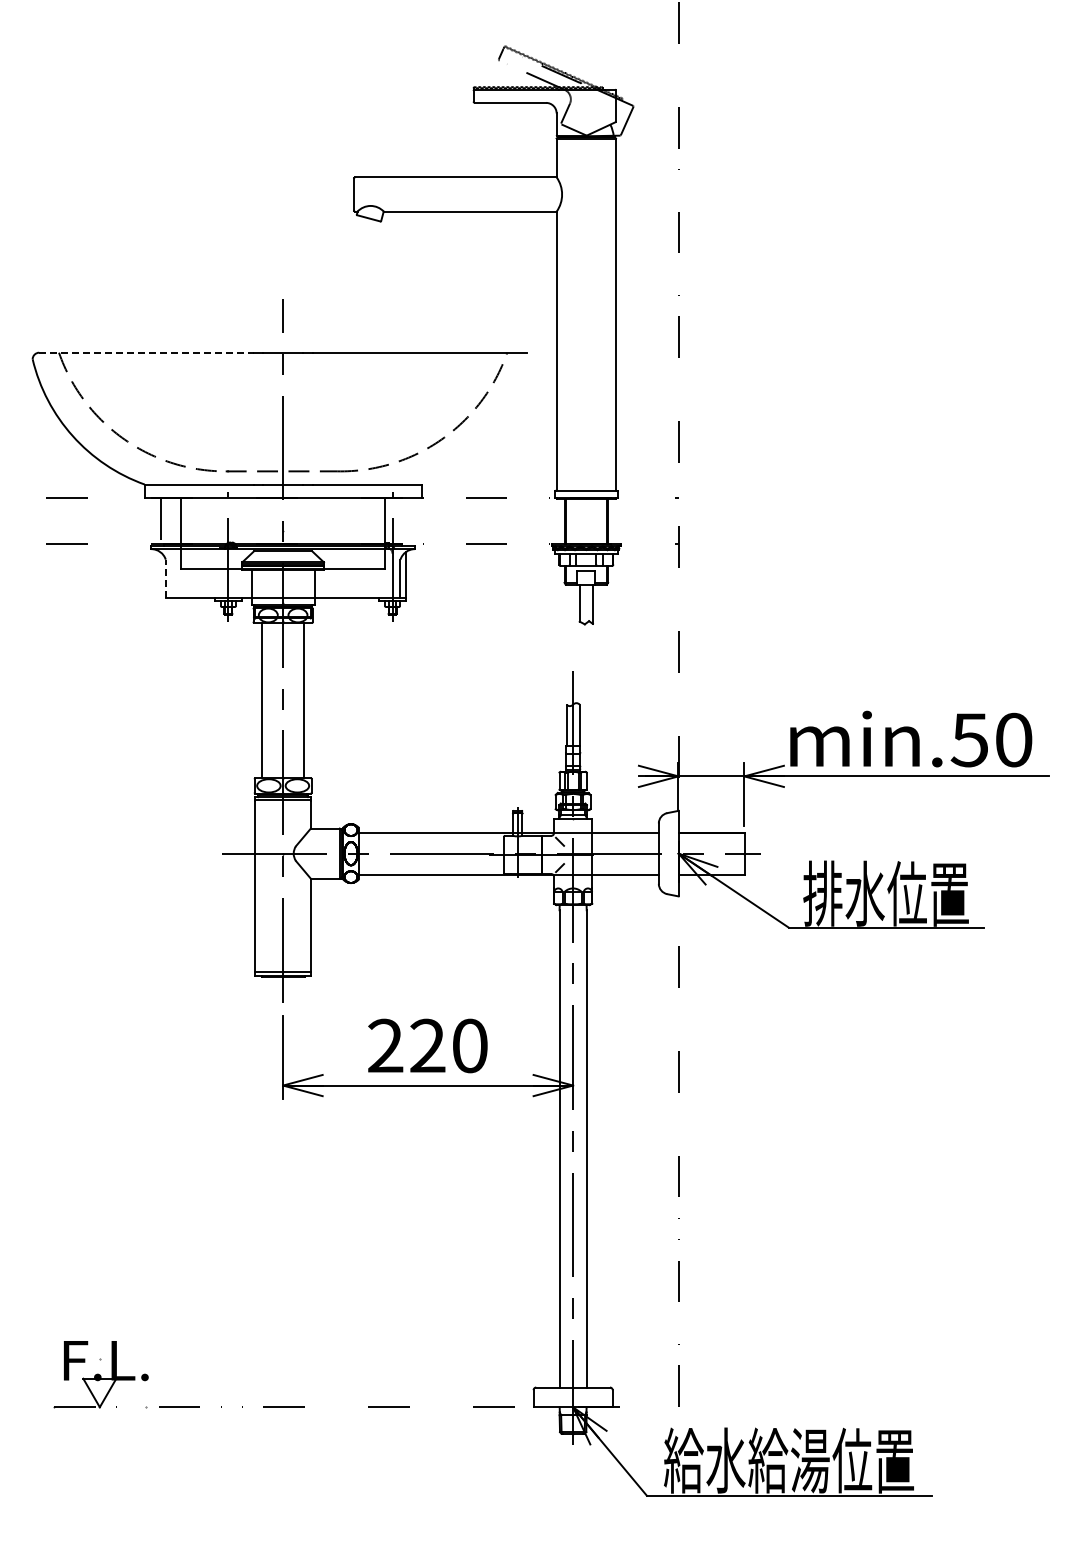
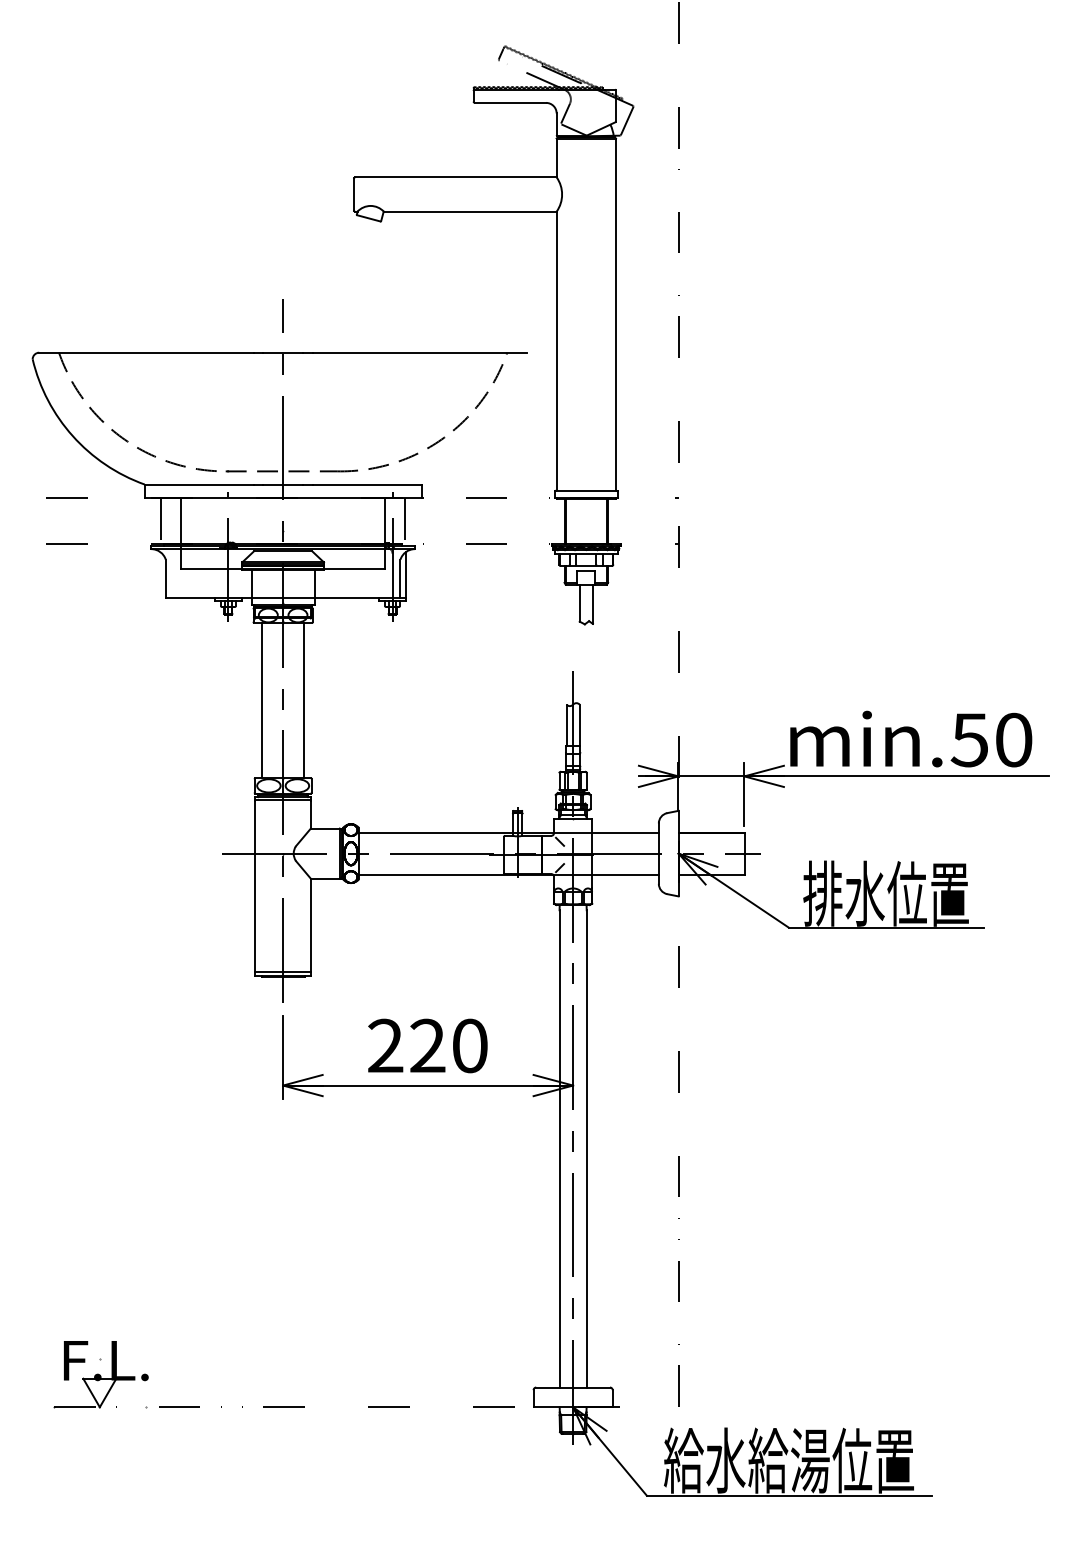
line at (146, 352): dashed -> solid
line at (405, 520): none -> present
line at (165, 578): dashed -> solid
